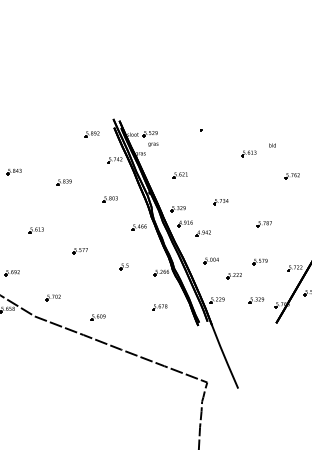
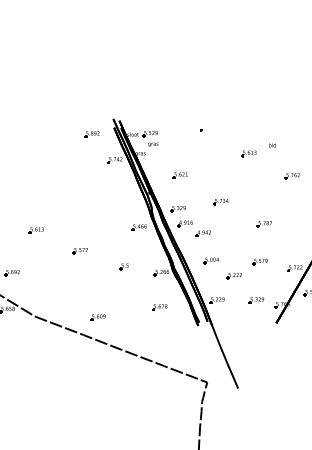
part at (13, 171): present -> none
part at (63, 182): present -> none
part at (109, 199): present -> none
part at (52, 297): present -> none
